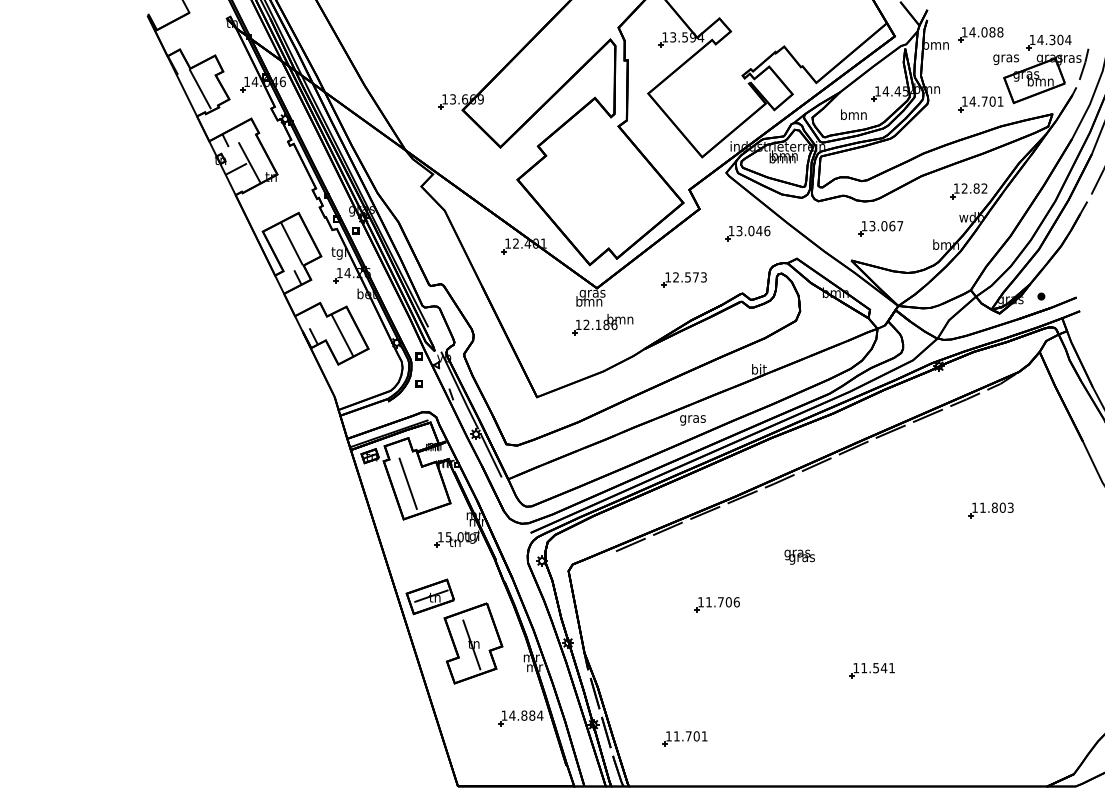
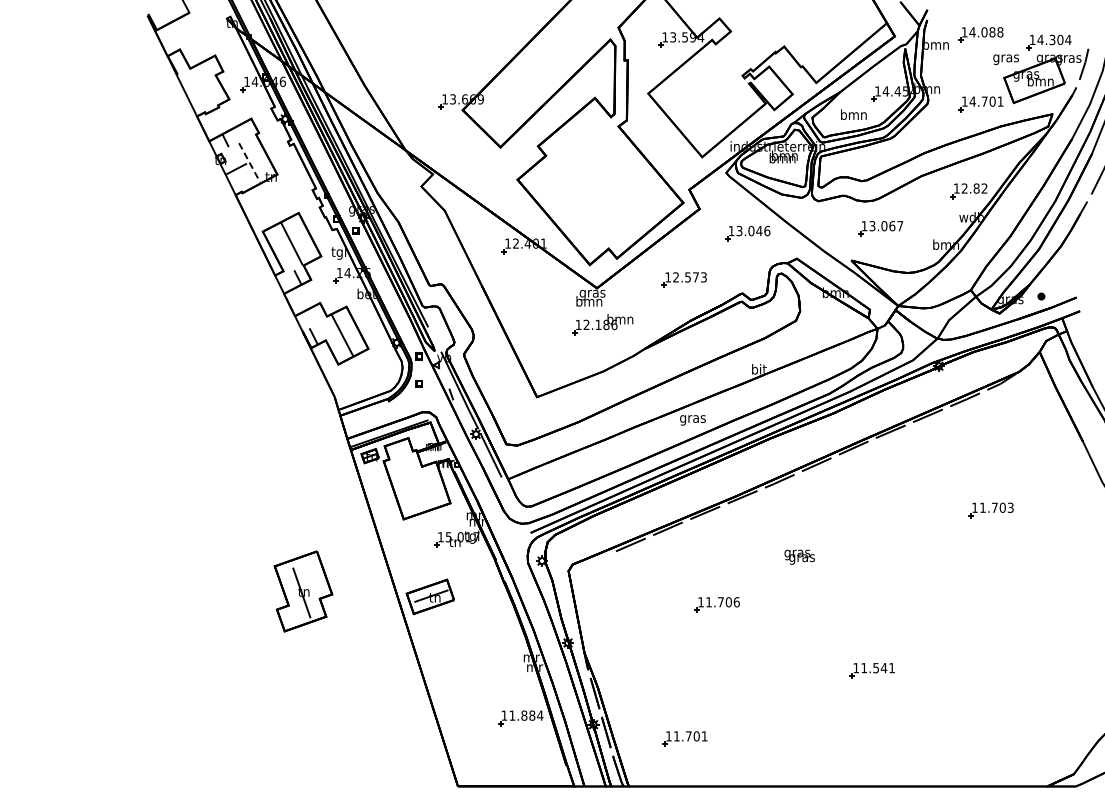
line at (199, 88): present -> none
line at (249, 163): solid -> dashed
line at (407, 483): present -> none
text at (994, 507): 11.803 -> 11.703
part at (473, 643) position: (473, 643) -> (303, 591)
text at (512, 715): 14.884 -> 11.884
